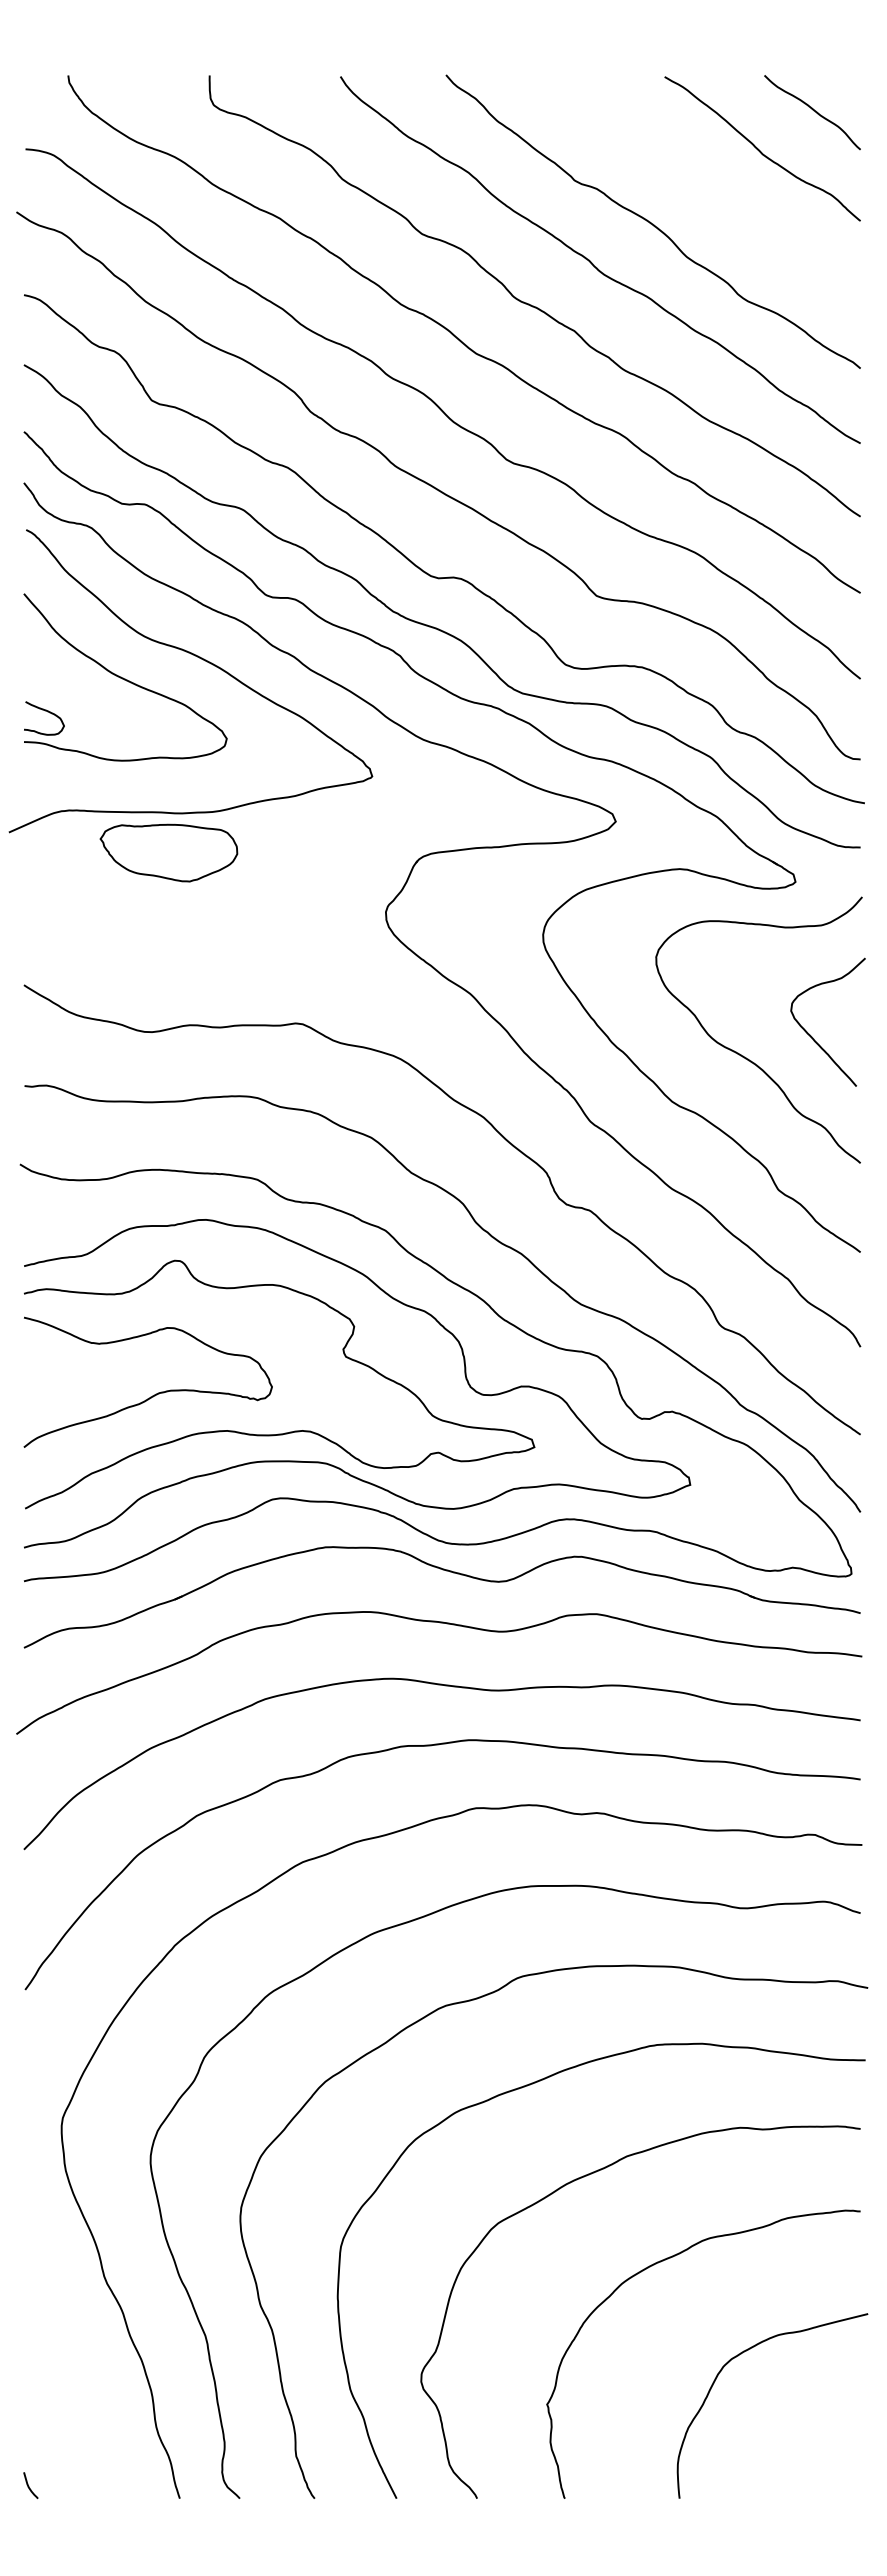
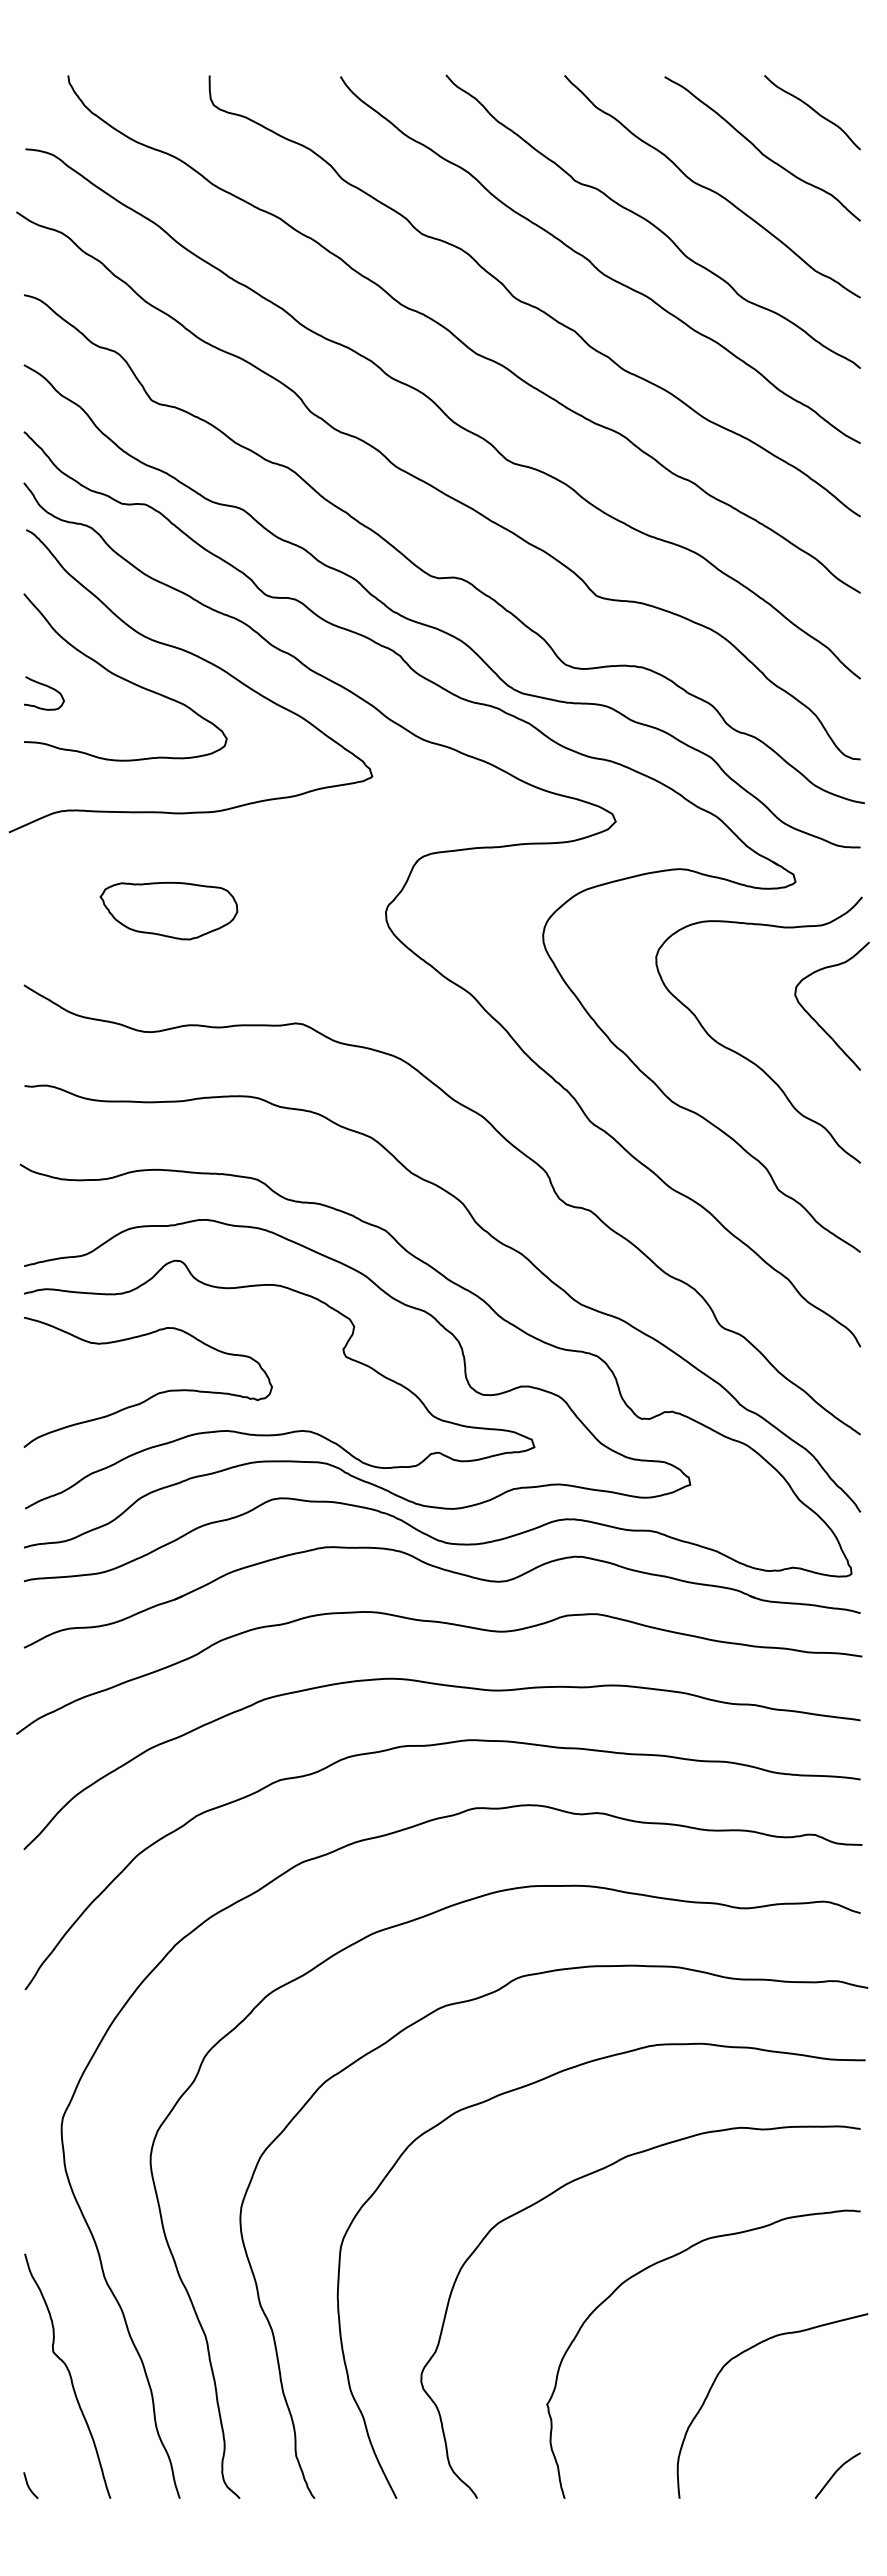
curve at (710, 188): none -> present
curve at (47, 712) position: (47, 712) -> (47, 687)
part at (168, 852) position: (168, 852) -> (168, 910)
curve at (812, 1036) position: (812, 1036) -> (816, 1020)
curve at (69, 2375): none -> present
curve at (835, 2474): none -> present
